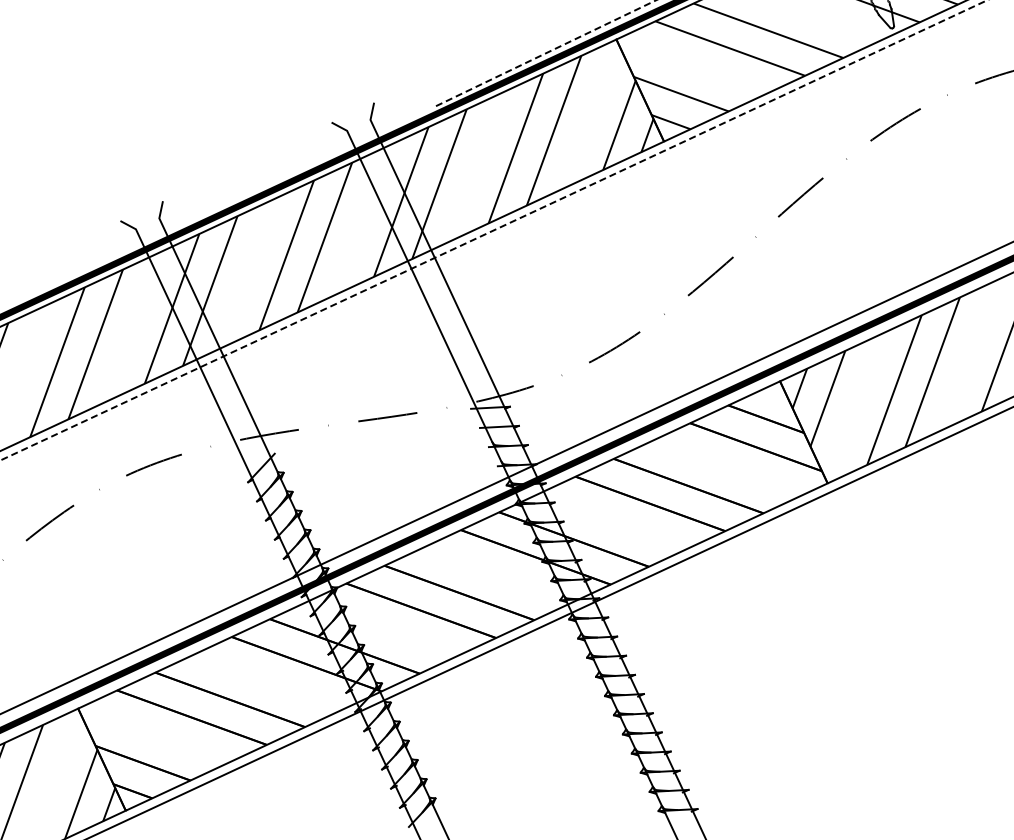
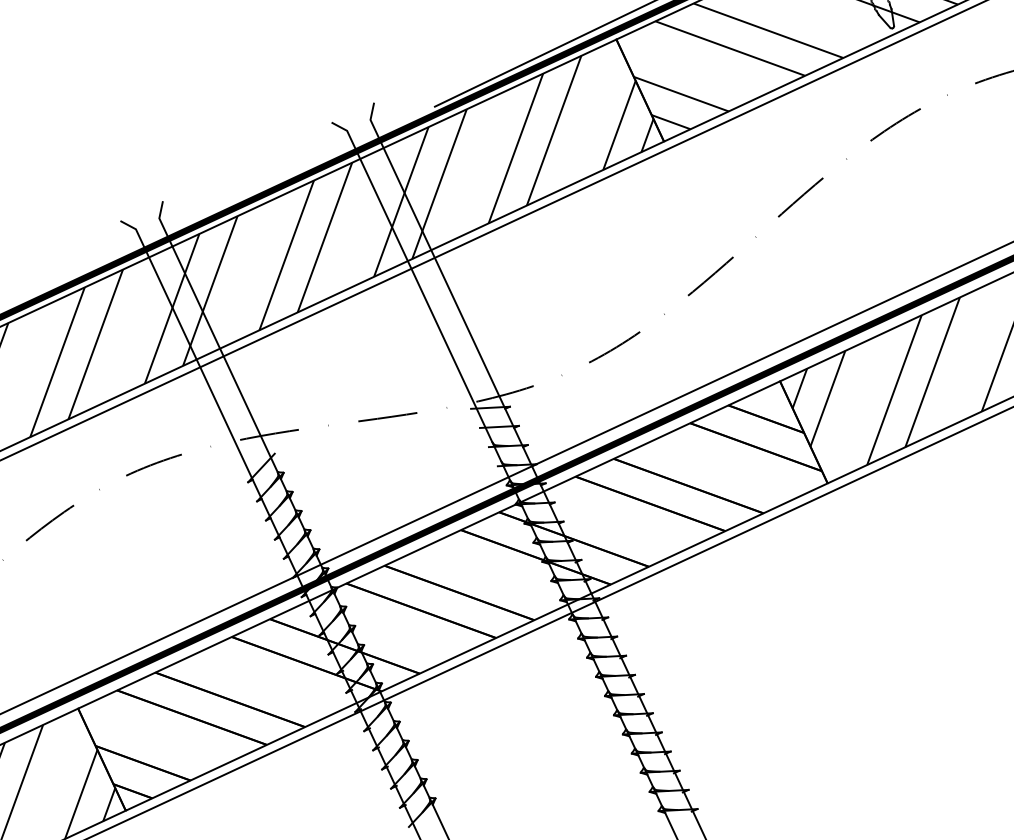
line at (544, 53): dashed -> solid
line at (494, 230): dashed -> solid
